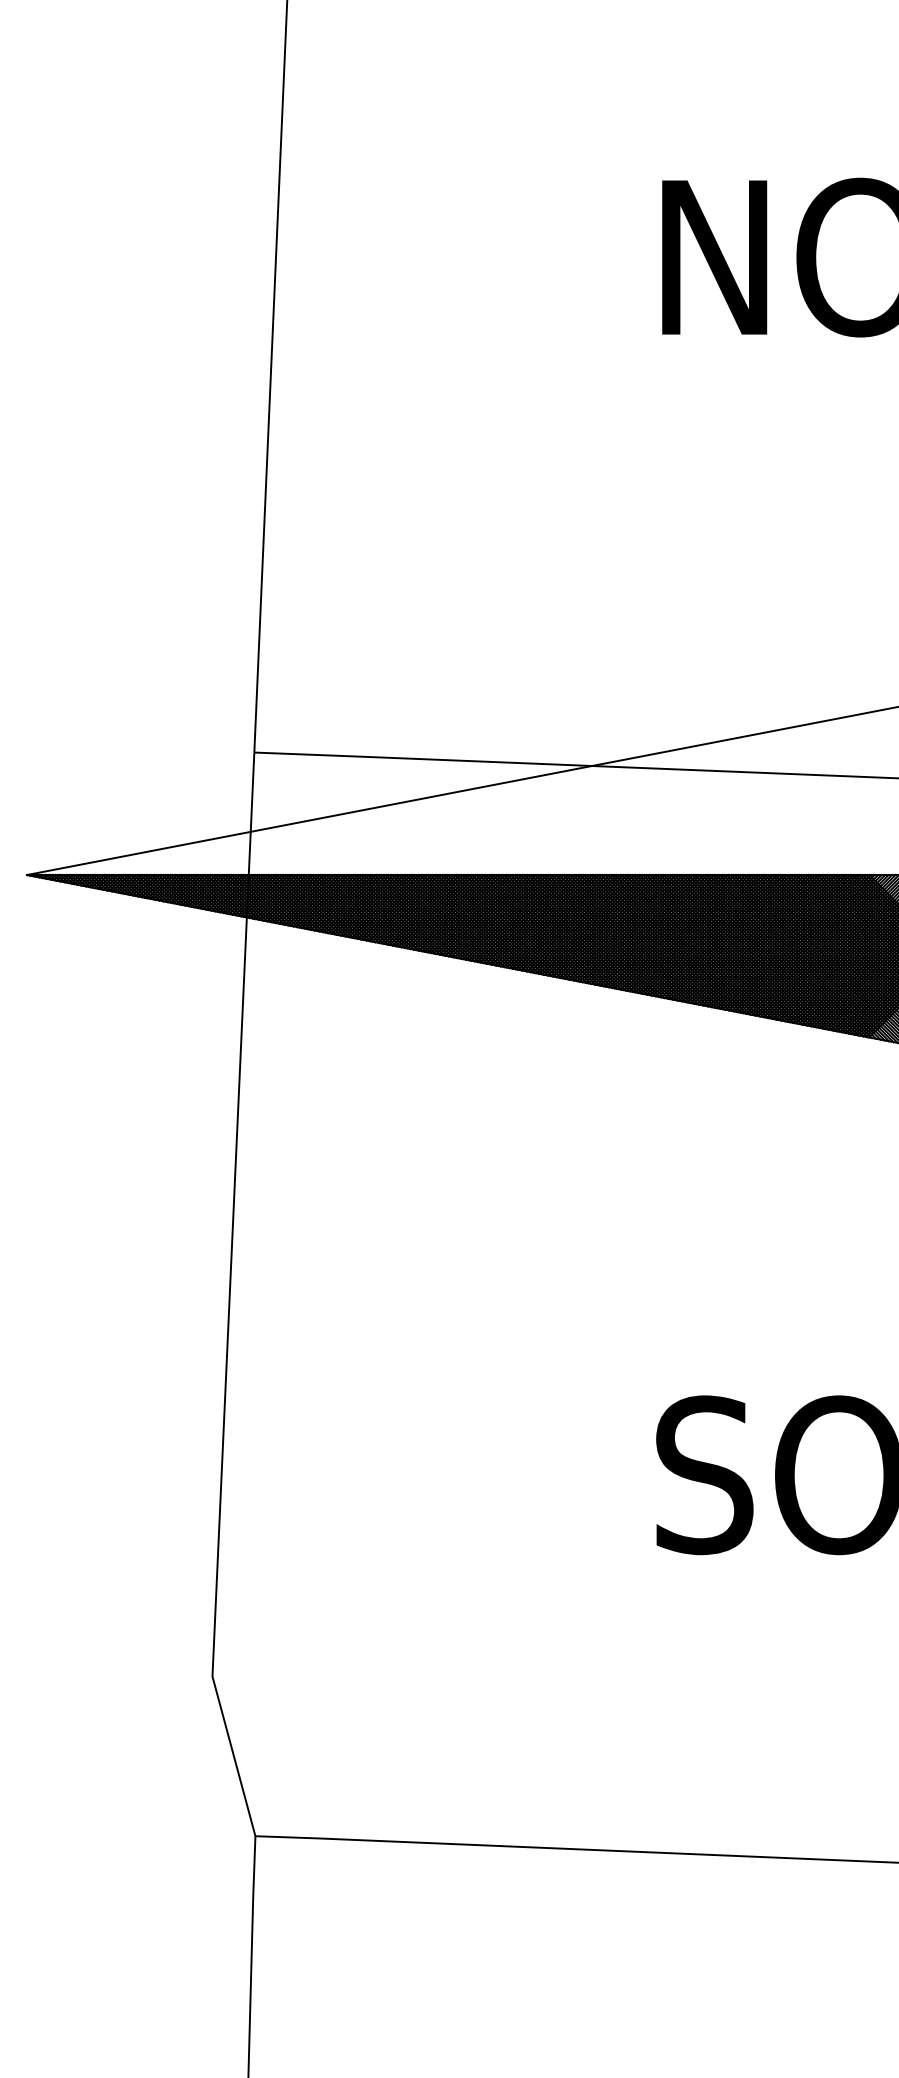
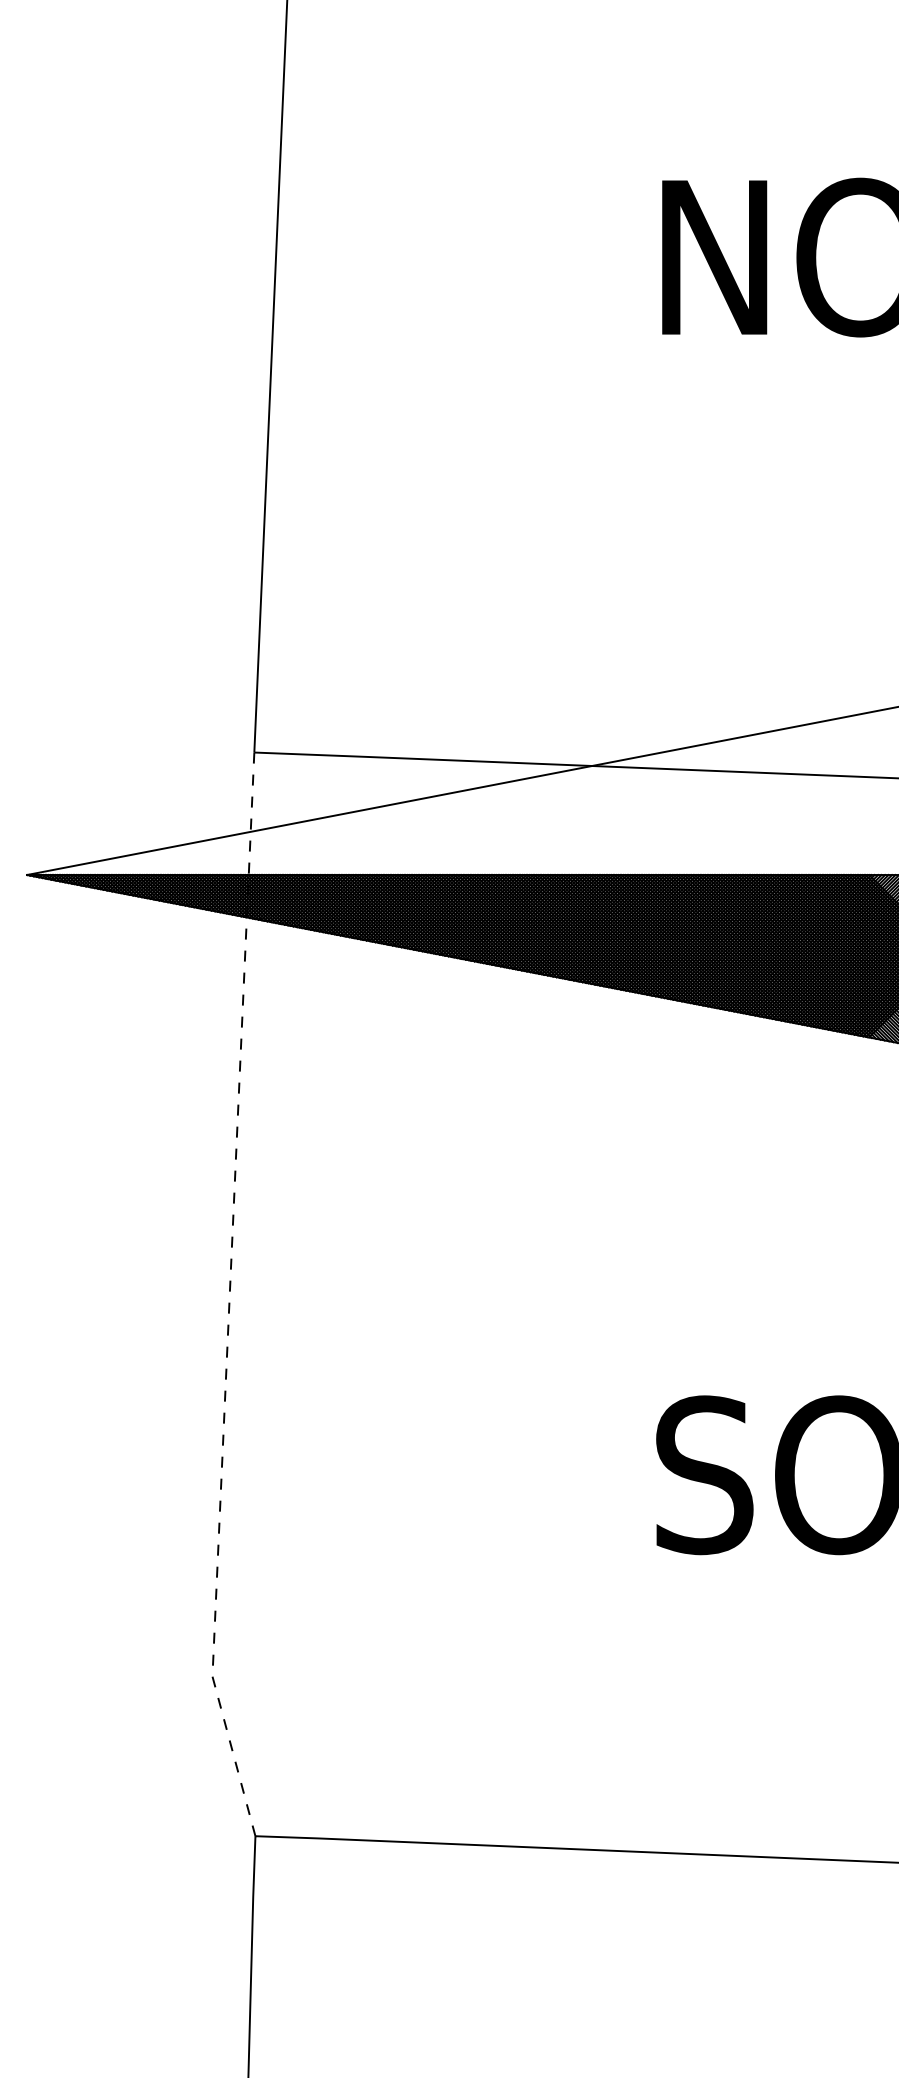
line at (229, 1297): solid -> dashed
